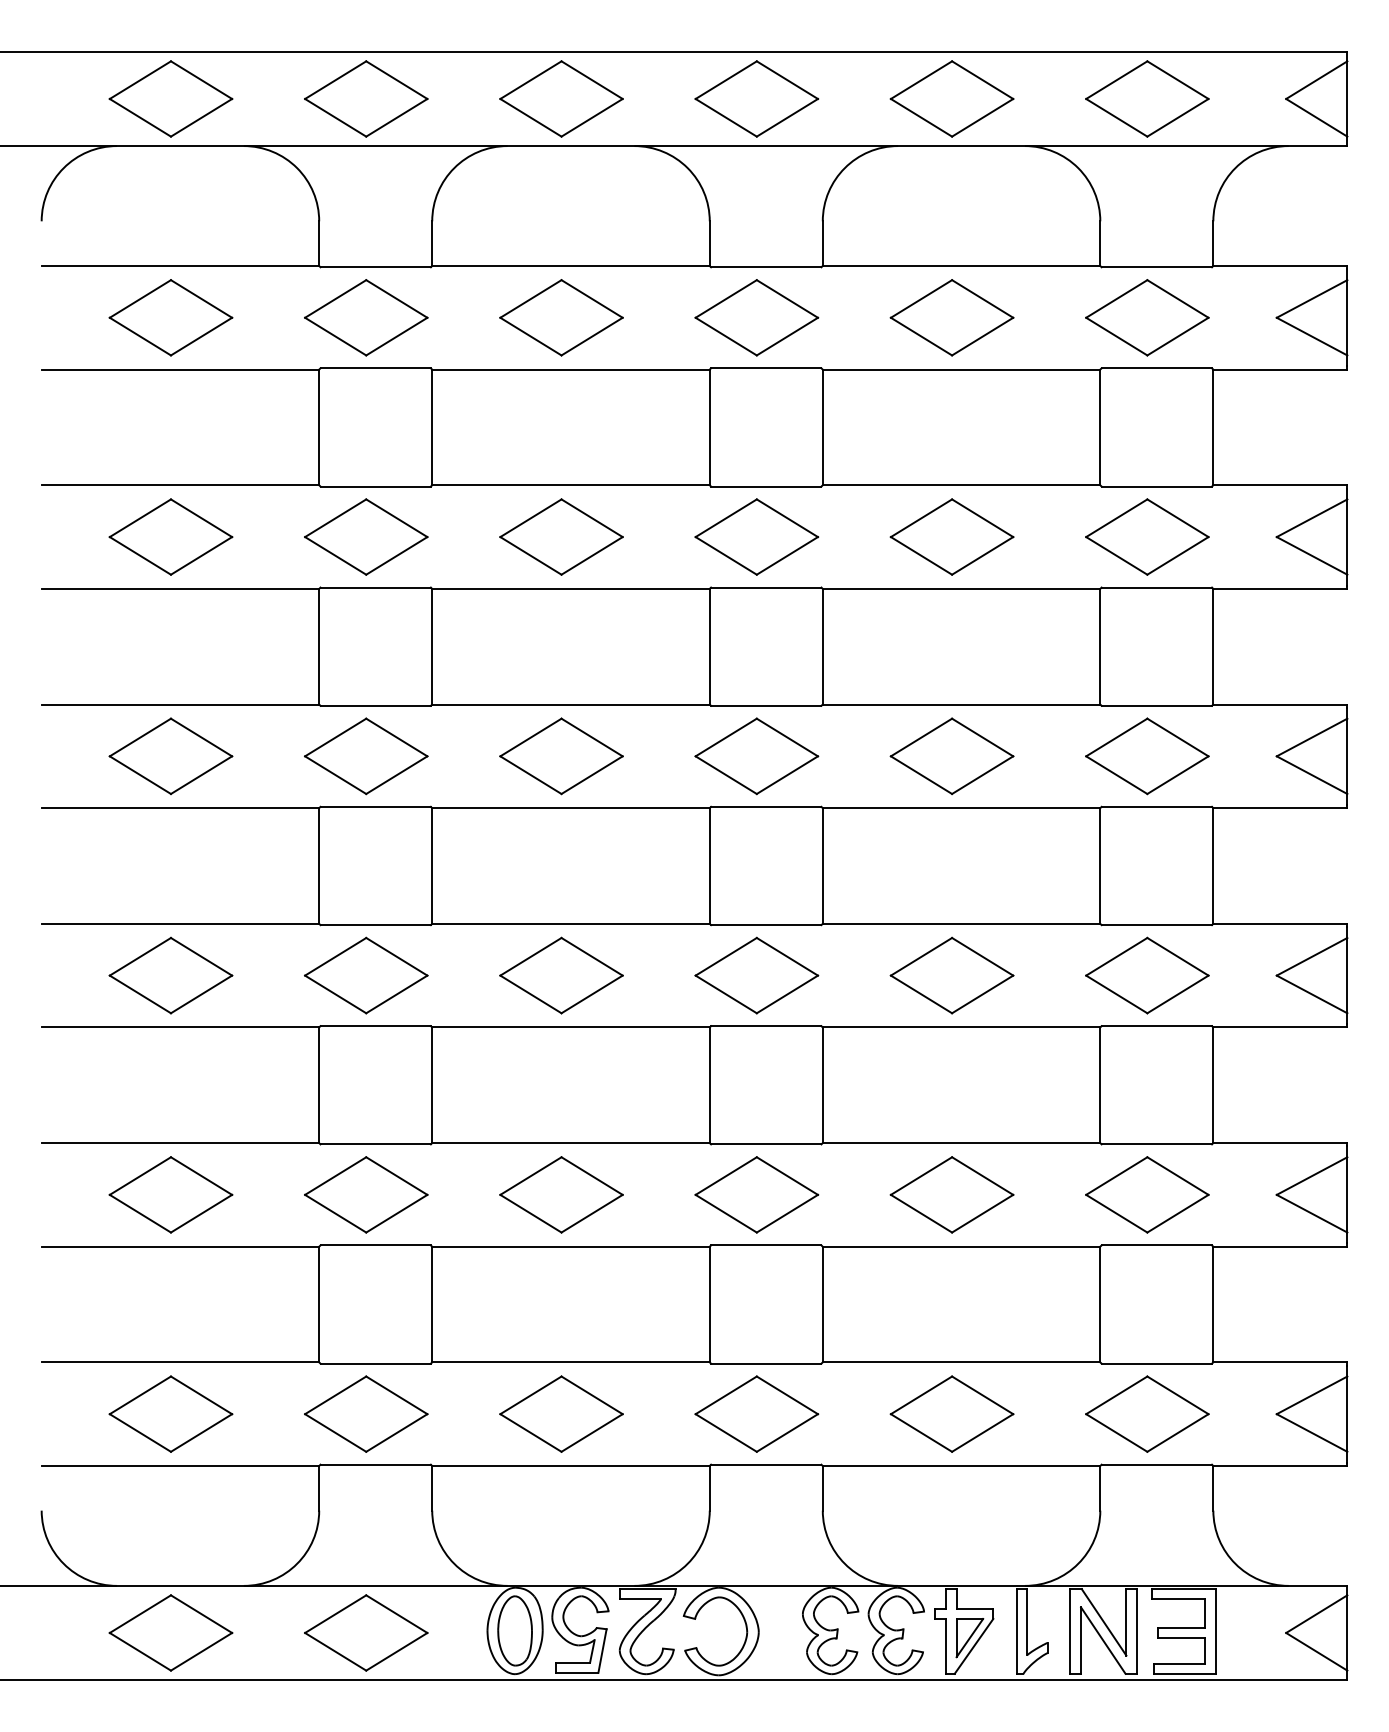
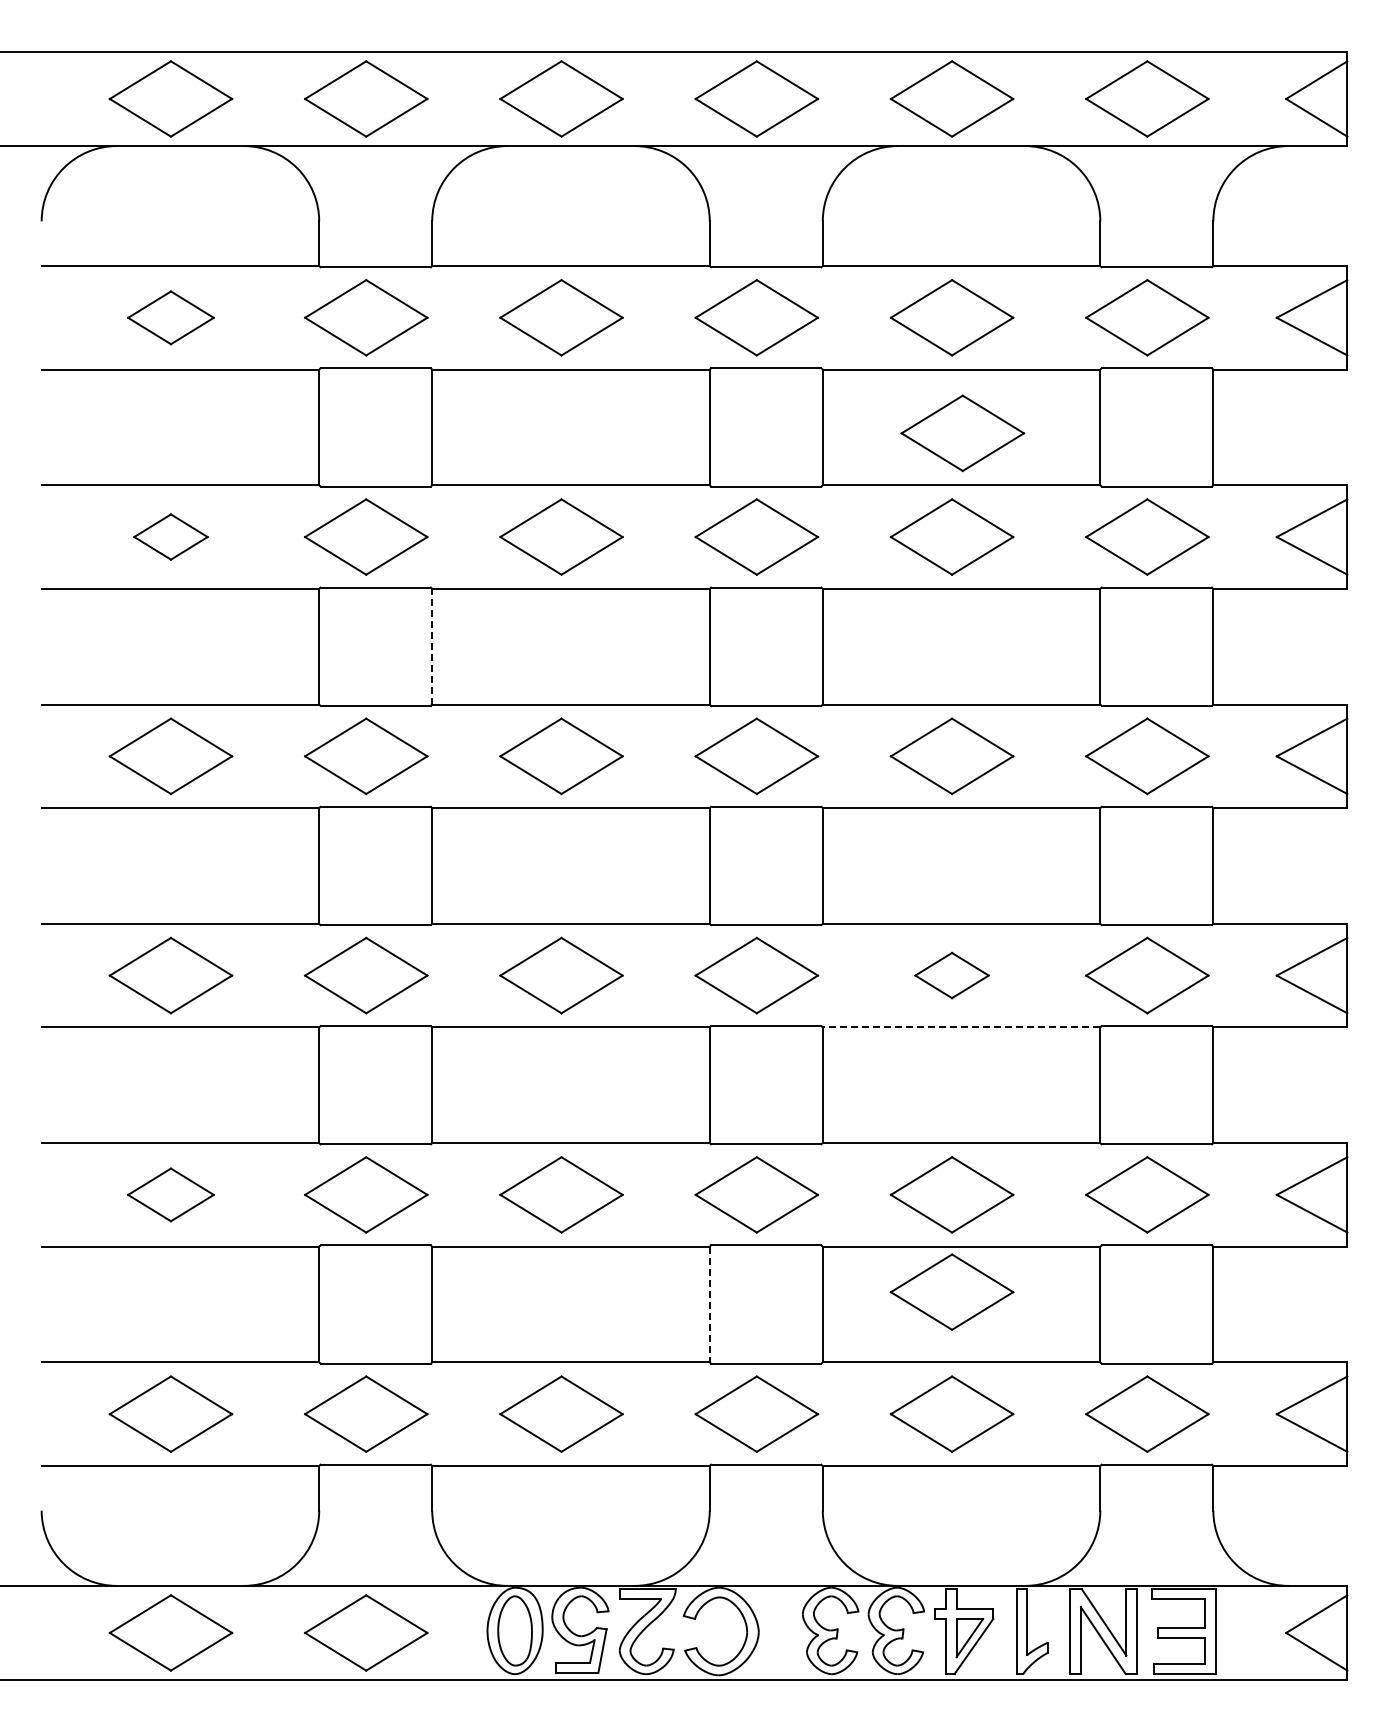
part at (170, 317) size: 126x78 px -> 88x56 px
part at (962, 433): none -> present
part at (170, 536) size: 126x78 px -> 76x48 px
line at (432, 646): solid -> dashed
part at (951, 975) size: 126x79 px -> 76x49 px
line at (961, 1027): solid -> dashed
part at (170, 1194) size: 126x78 px -> 88x56 px
part at (951, 1291): none -> present
line at (709, 1304): solid -> dashed
